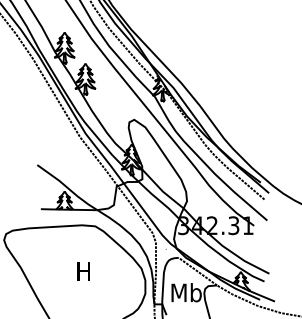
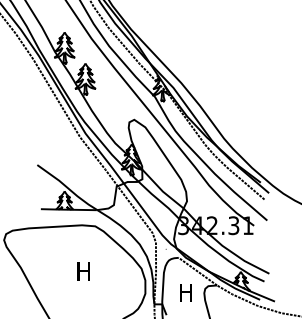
text at (186, 292): Mb -> H
